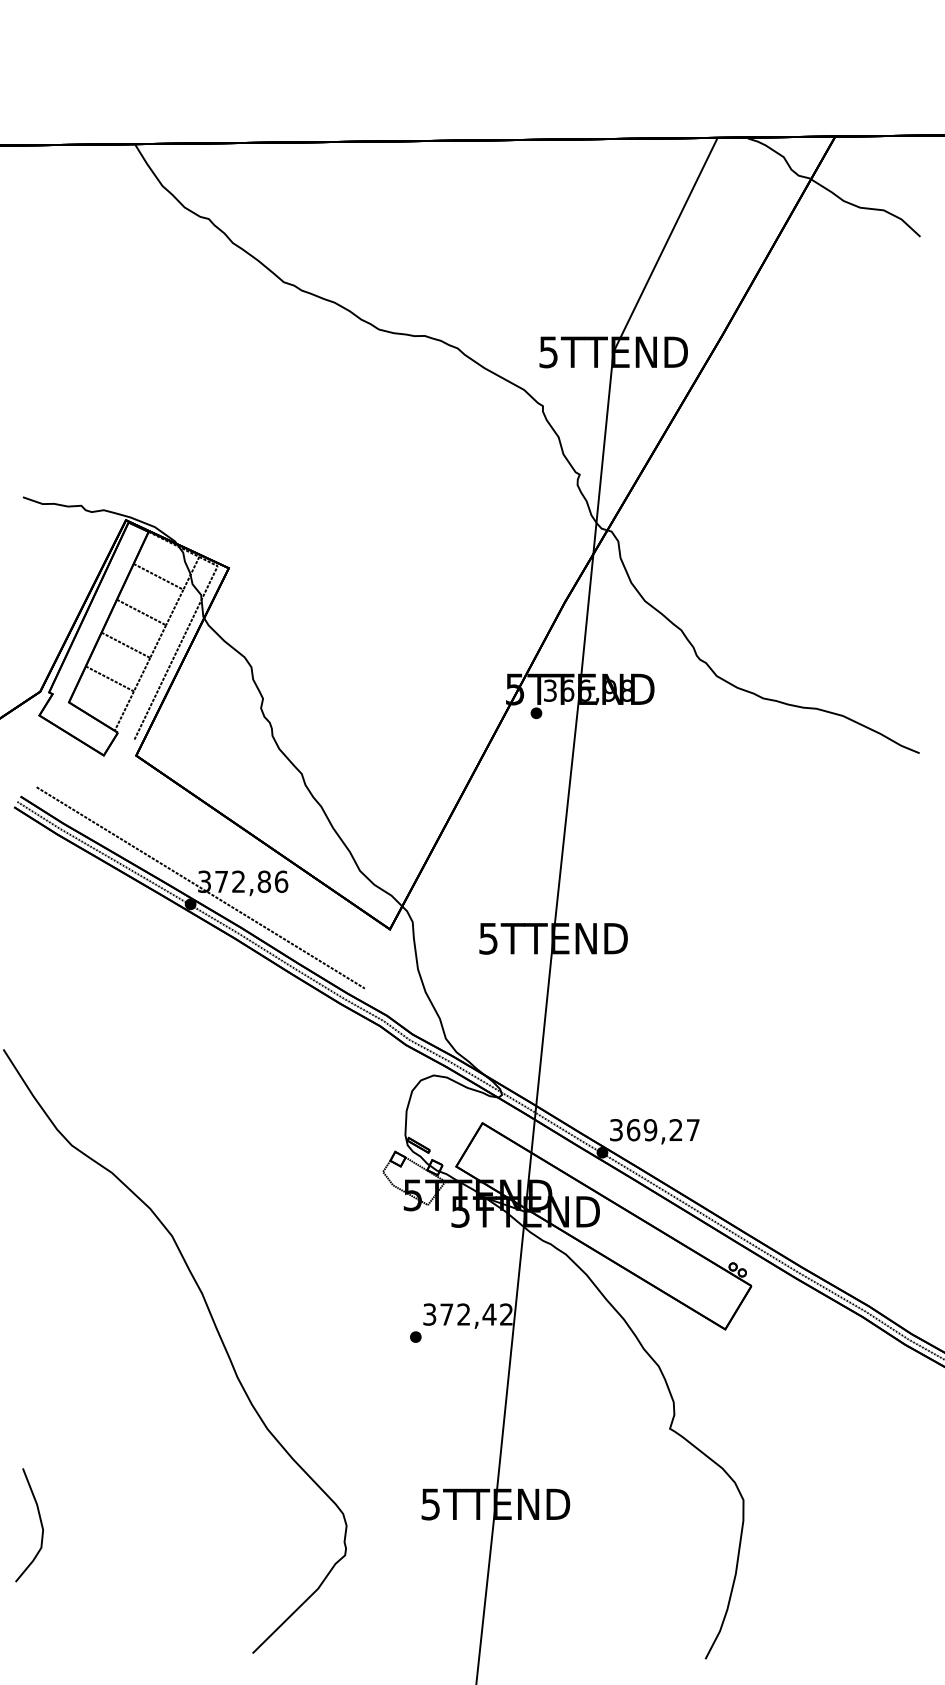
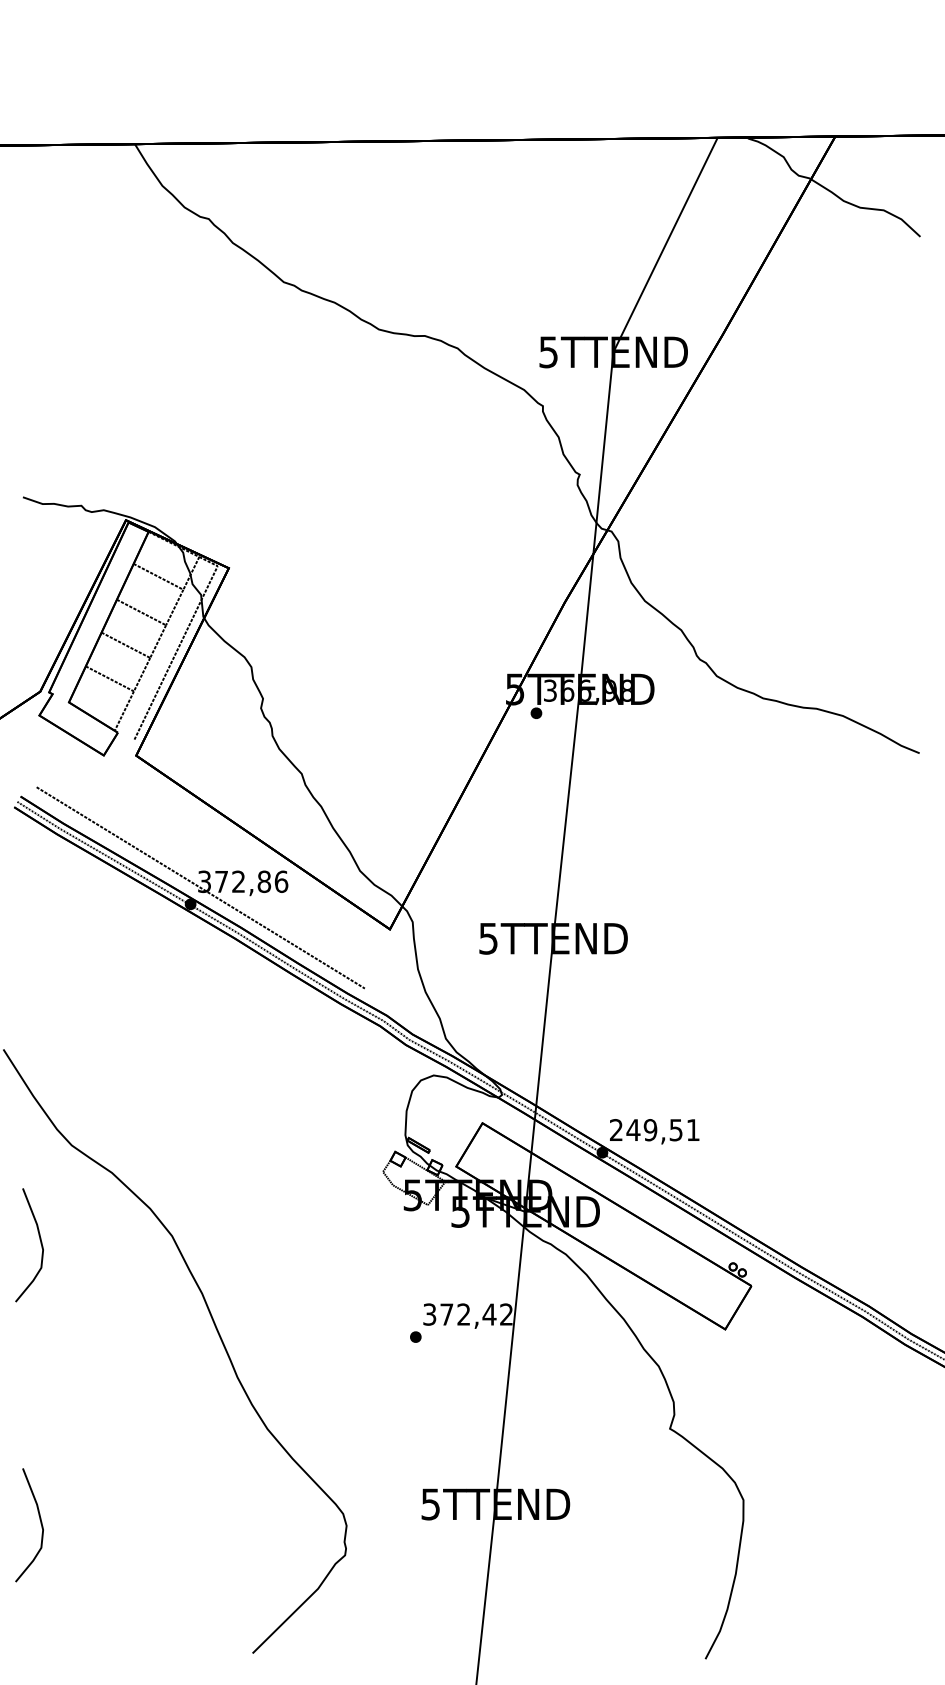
text at (654, 1130): 369,27 -> 249,51
curve at (40, 1244): none -> present
